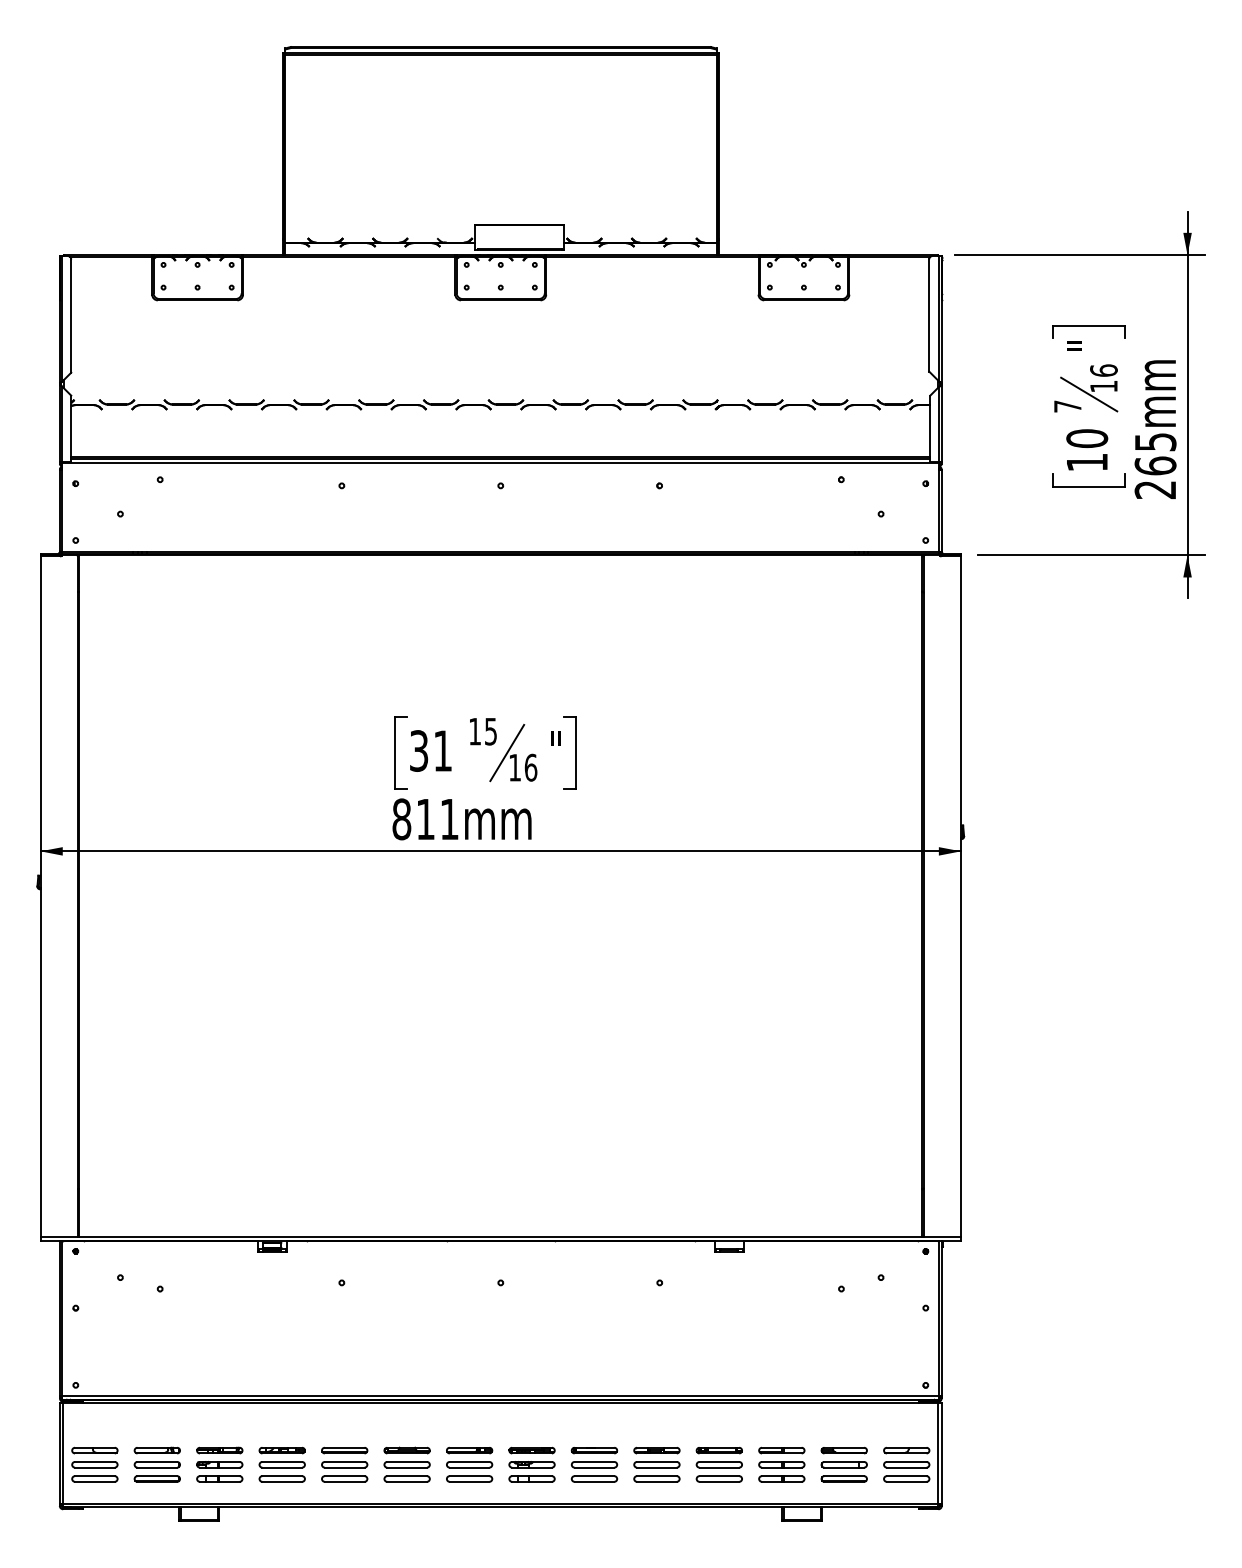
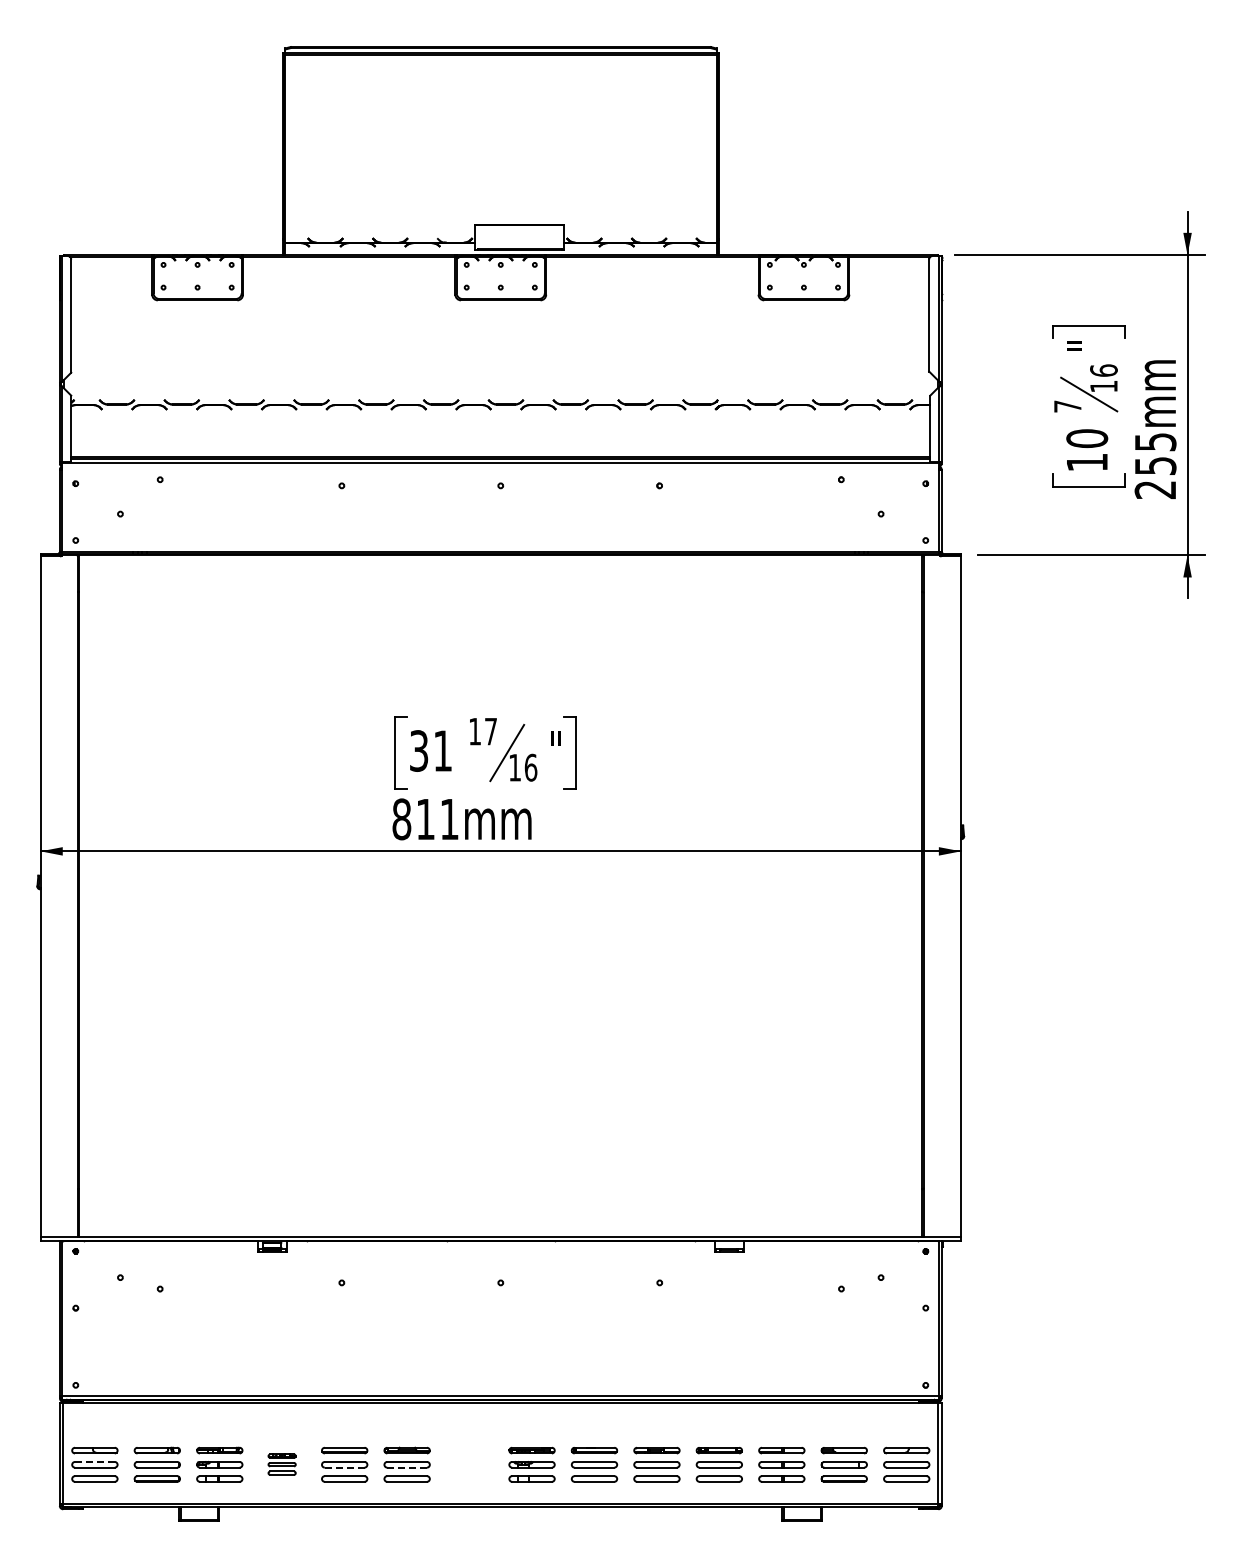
text at (1155, 465): 265mm -> 255mm
text at (490, 731): 15 -> 17
line at (94, 1461): solid -> dashed
part at (281, 1464) size: 48x37 px -> 30x23 px
part at (469, 1464): present -> none
line at (344, 1467): solid -> dashed
line at (407, 1467): solid -> dashed
